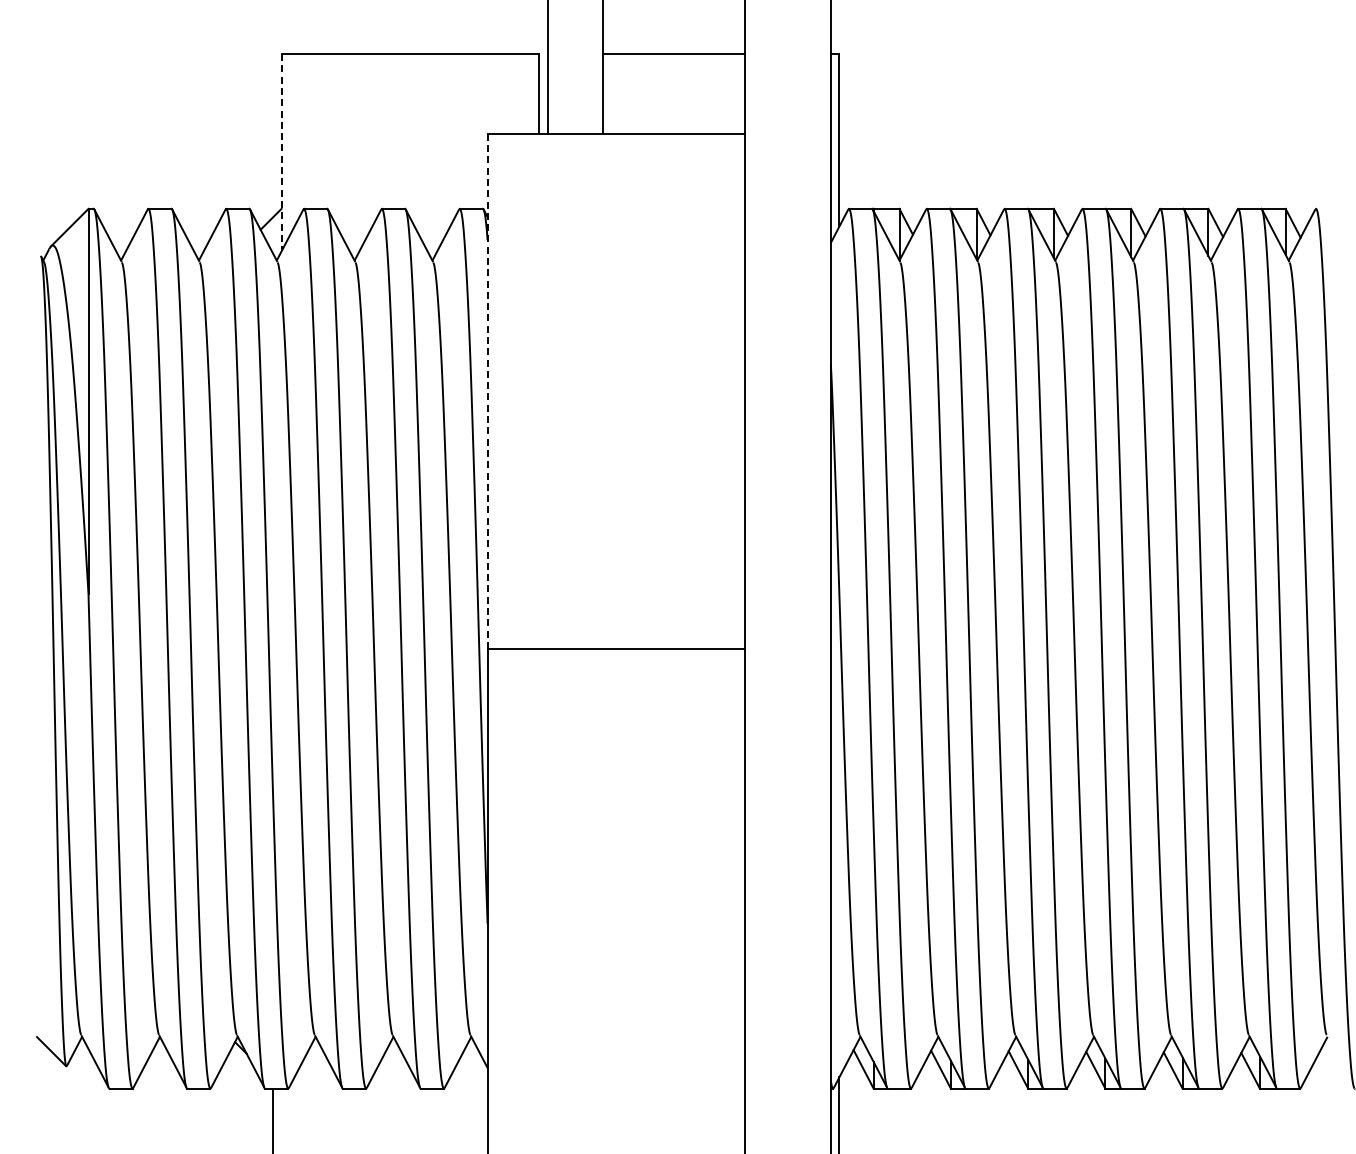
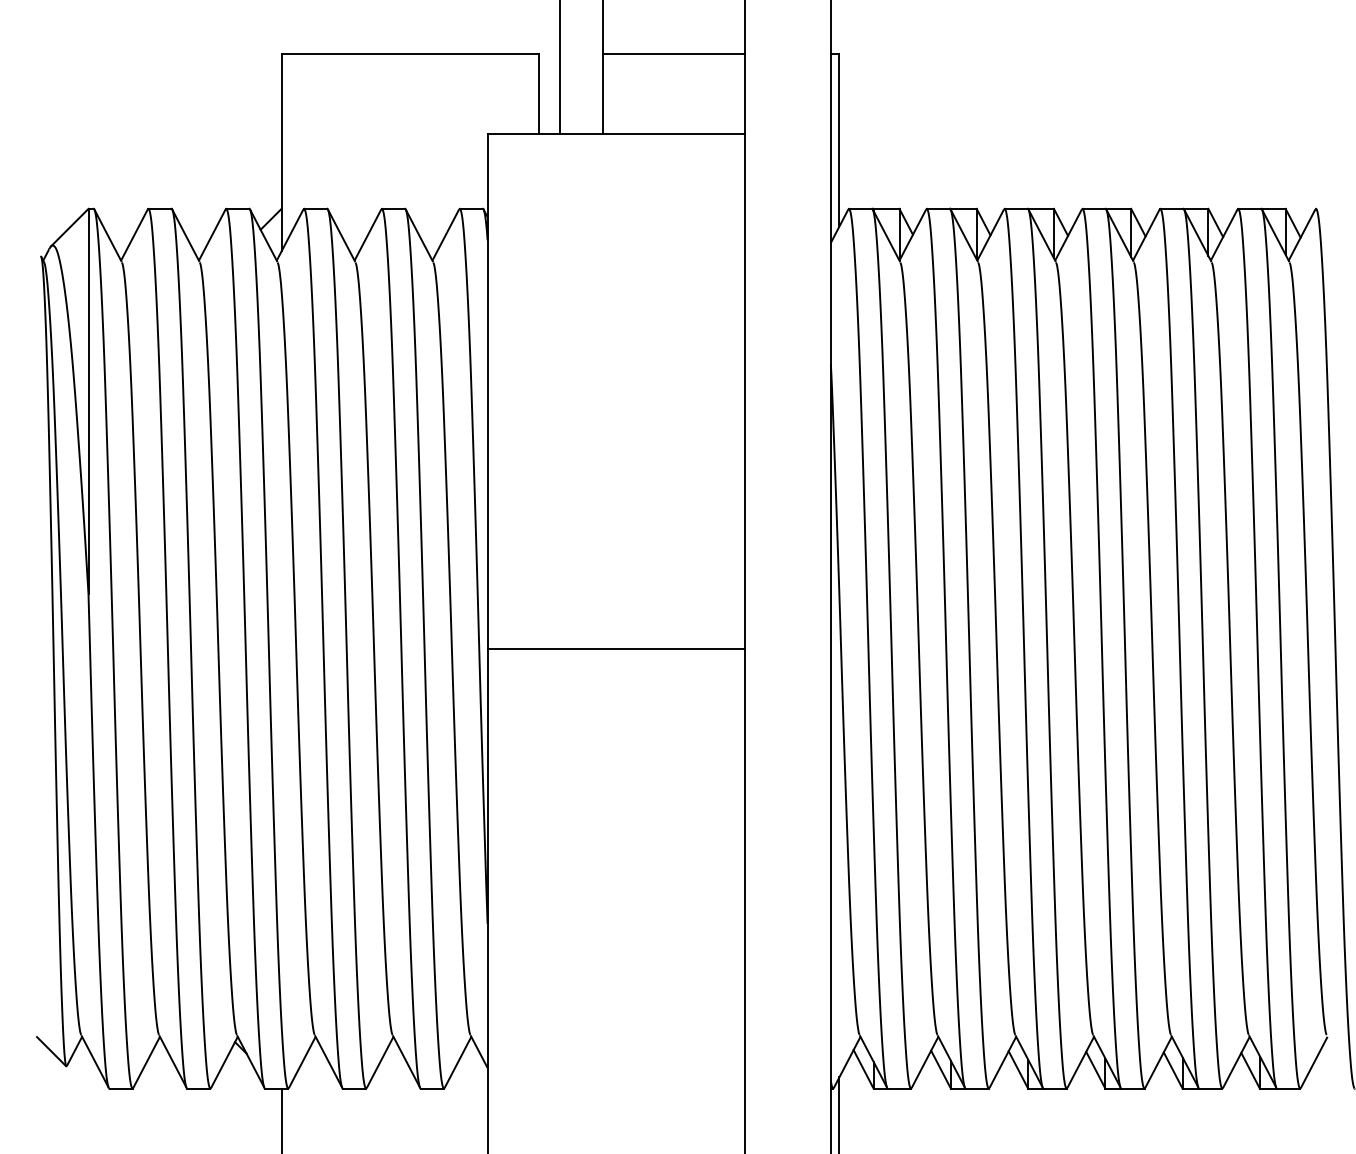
line at (548, 67) position: (548, 67) -> (560, 67)
line at (281, 152): dashed -> solid
line at (487, 391): dashed -> solid
line at (272, 1119) position: (272, 1119) -> (281, 1119)
